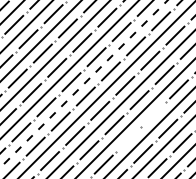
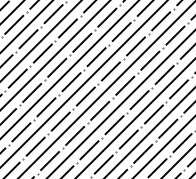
line at (84, 83): dashed -> solid
line at (153, 114): none -> present
line at (128, 139): none -> present
